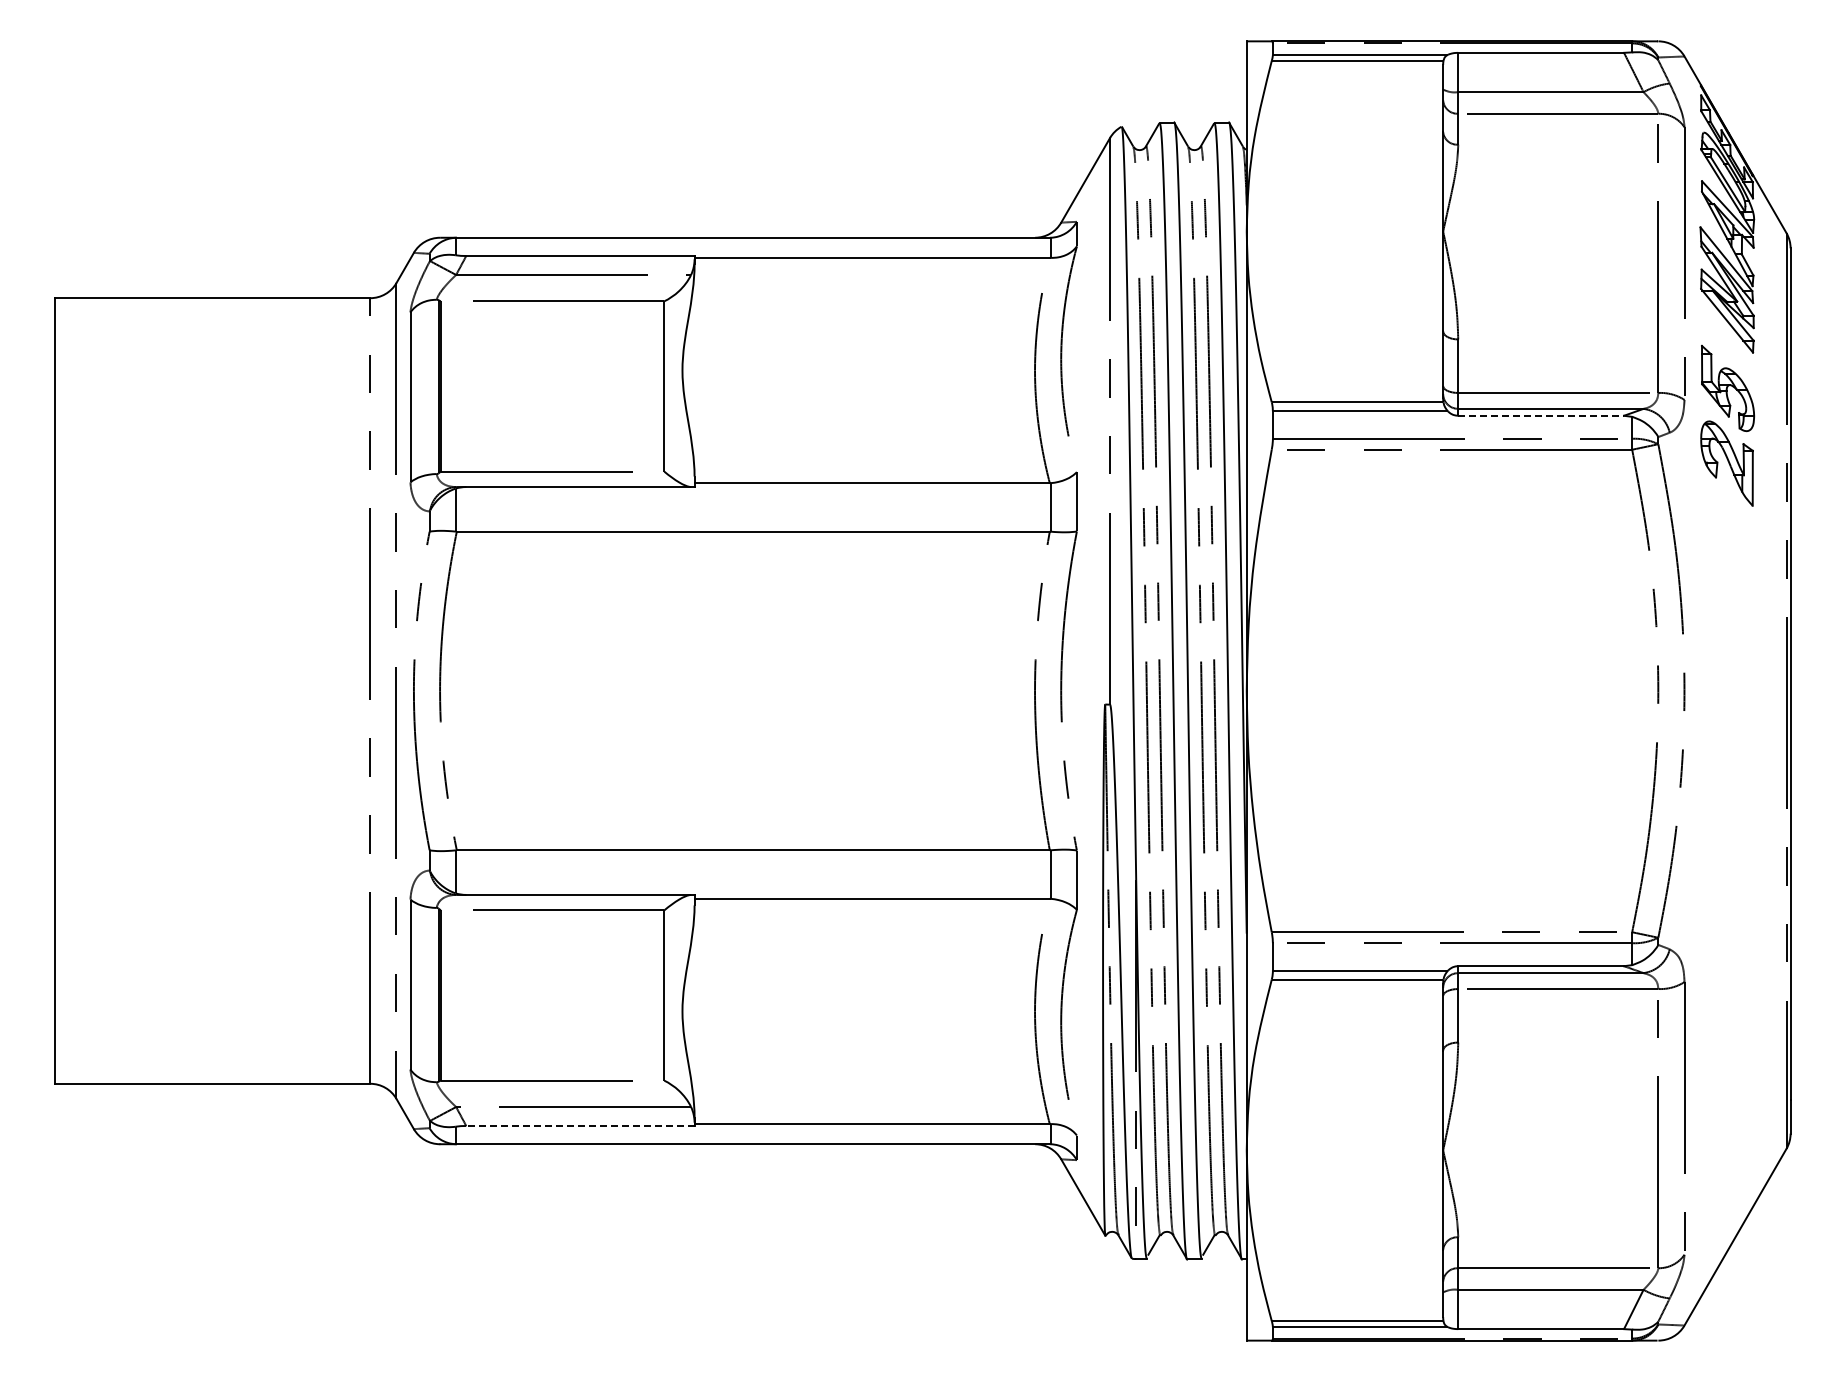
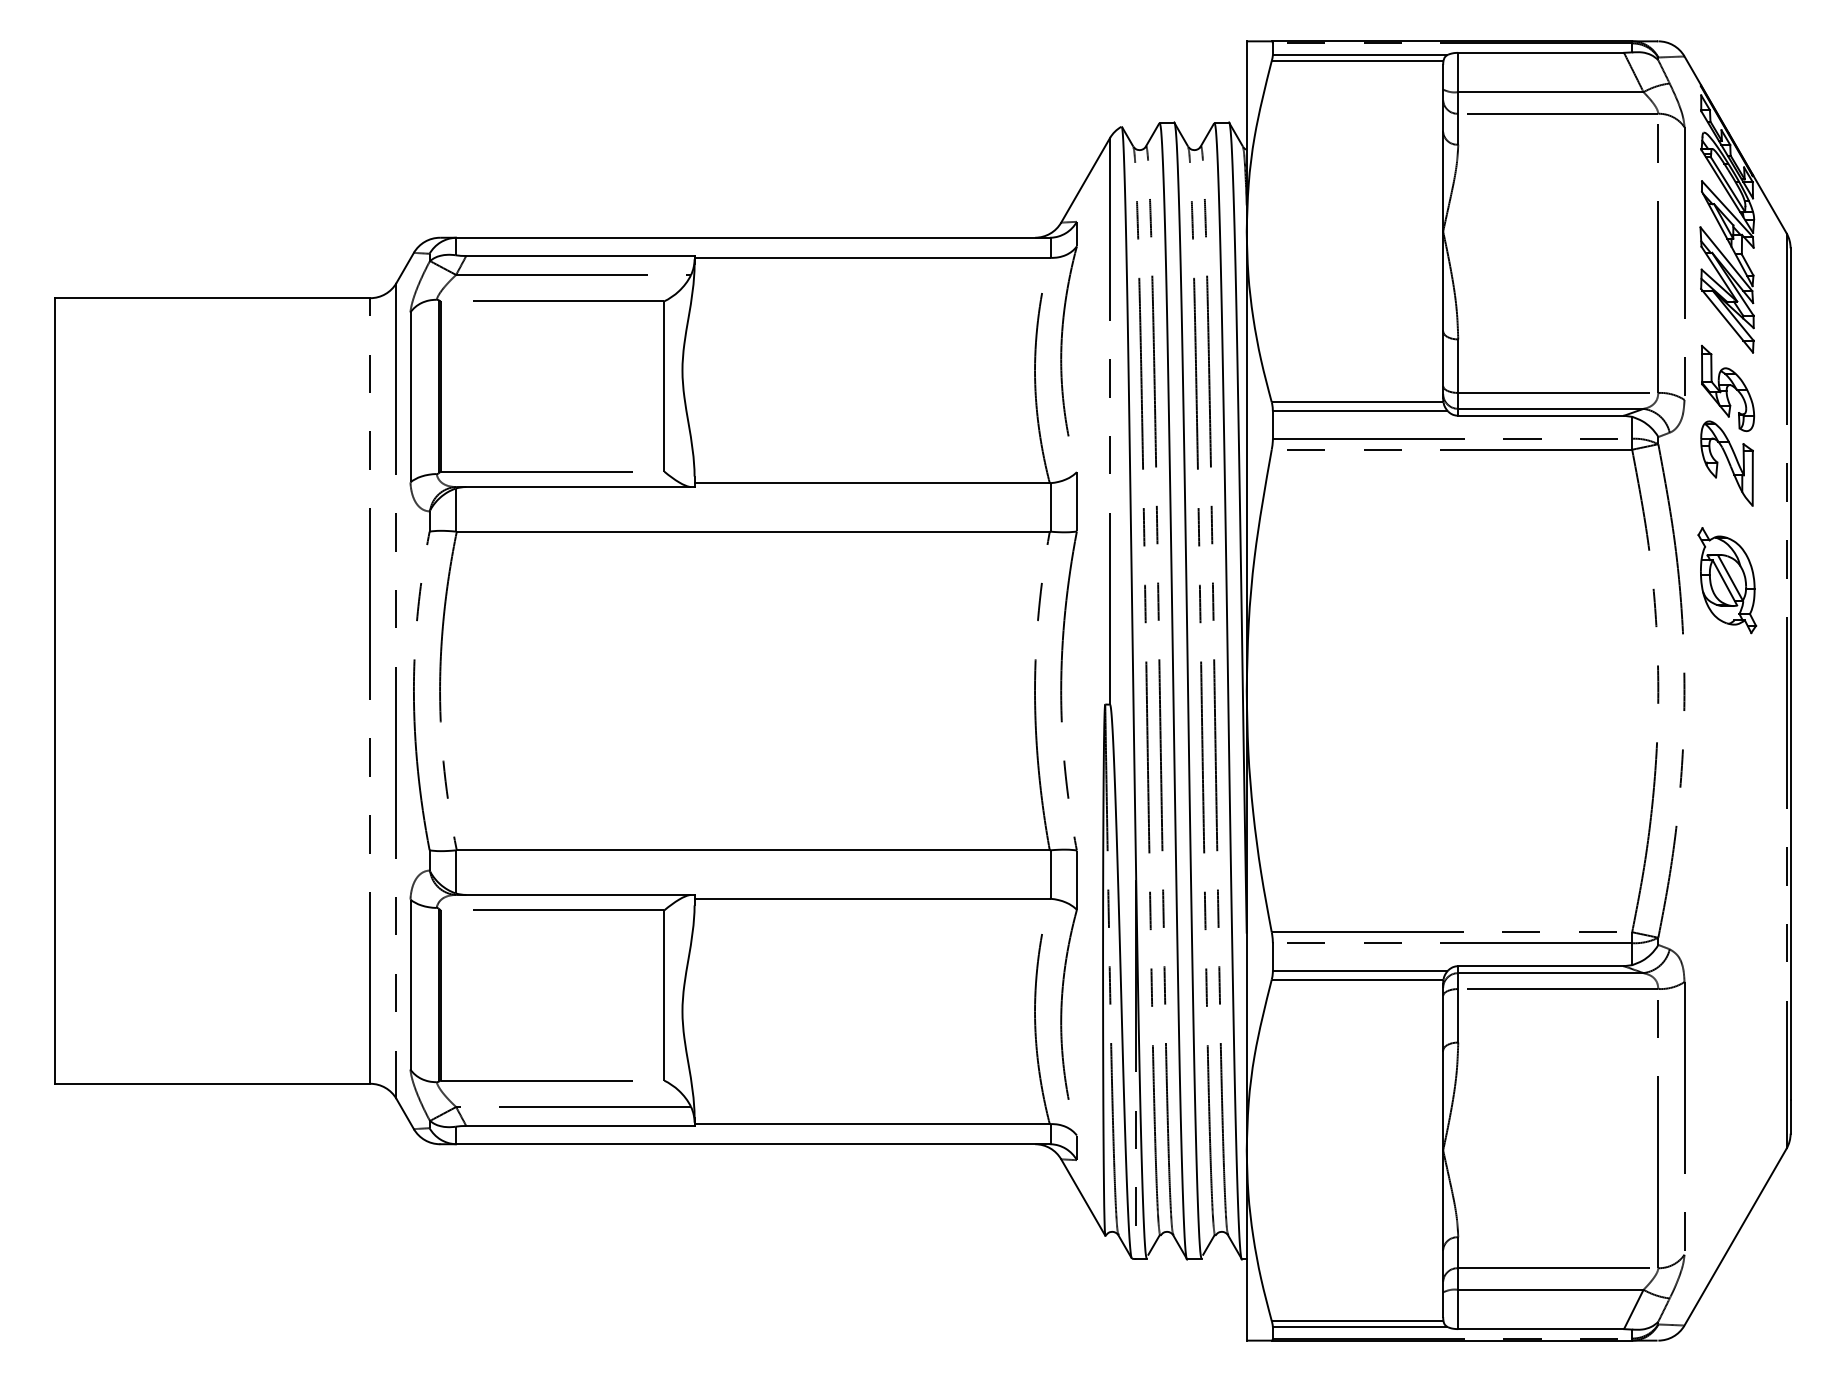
line at (1541, 415): dashed -> solid
part at (1727, 580): none -> present
line at (579, 1125): dashed -> solid
